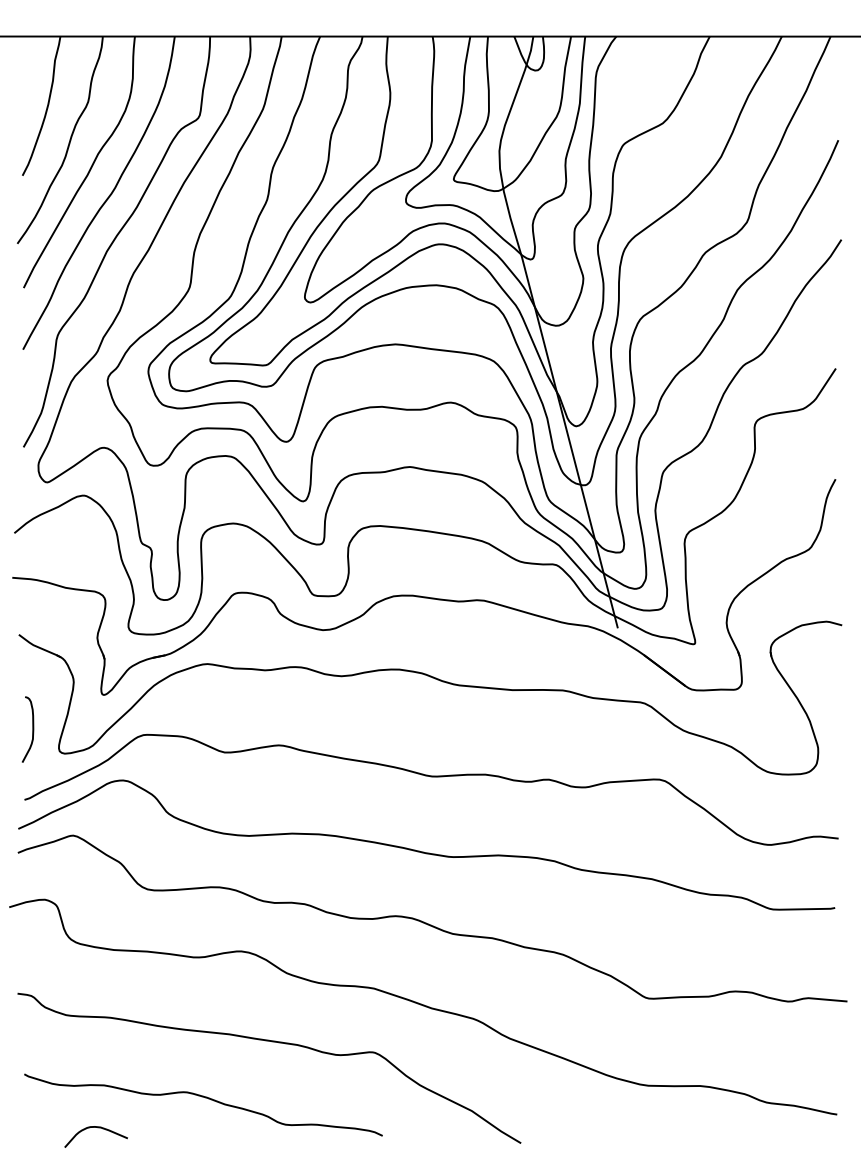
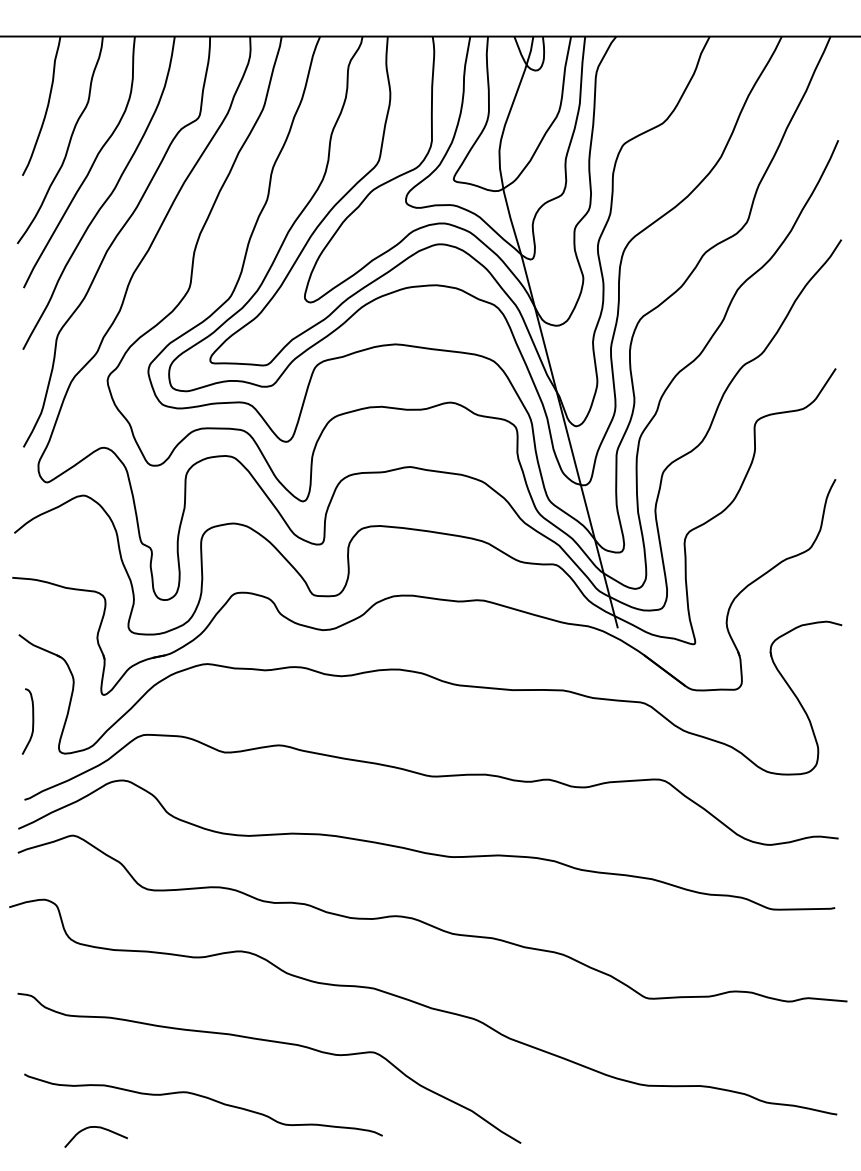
curve at (32, 729) position: (32, 729) -> (32, 721)
